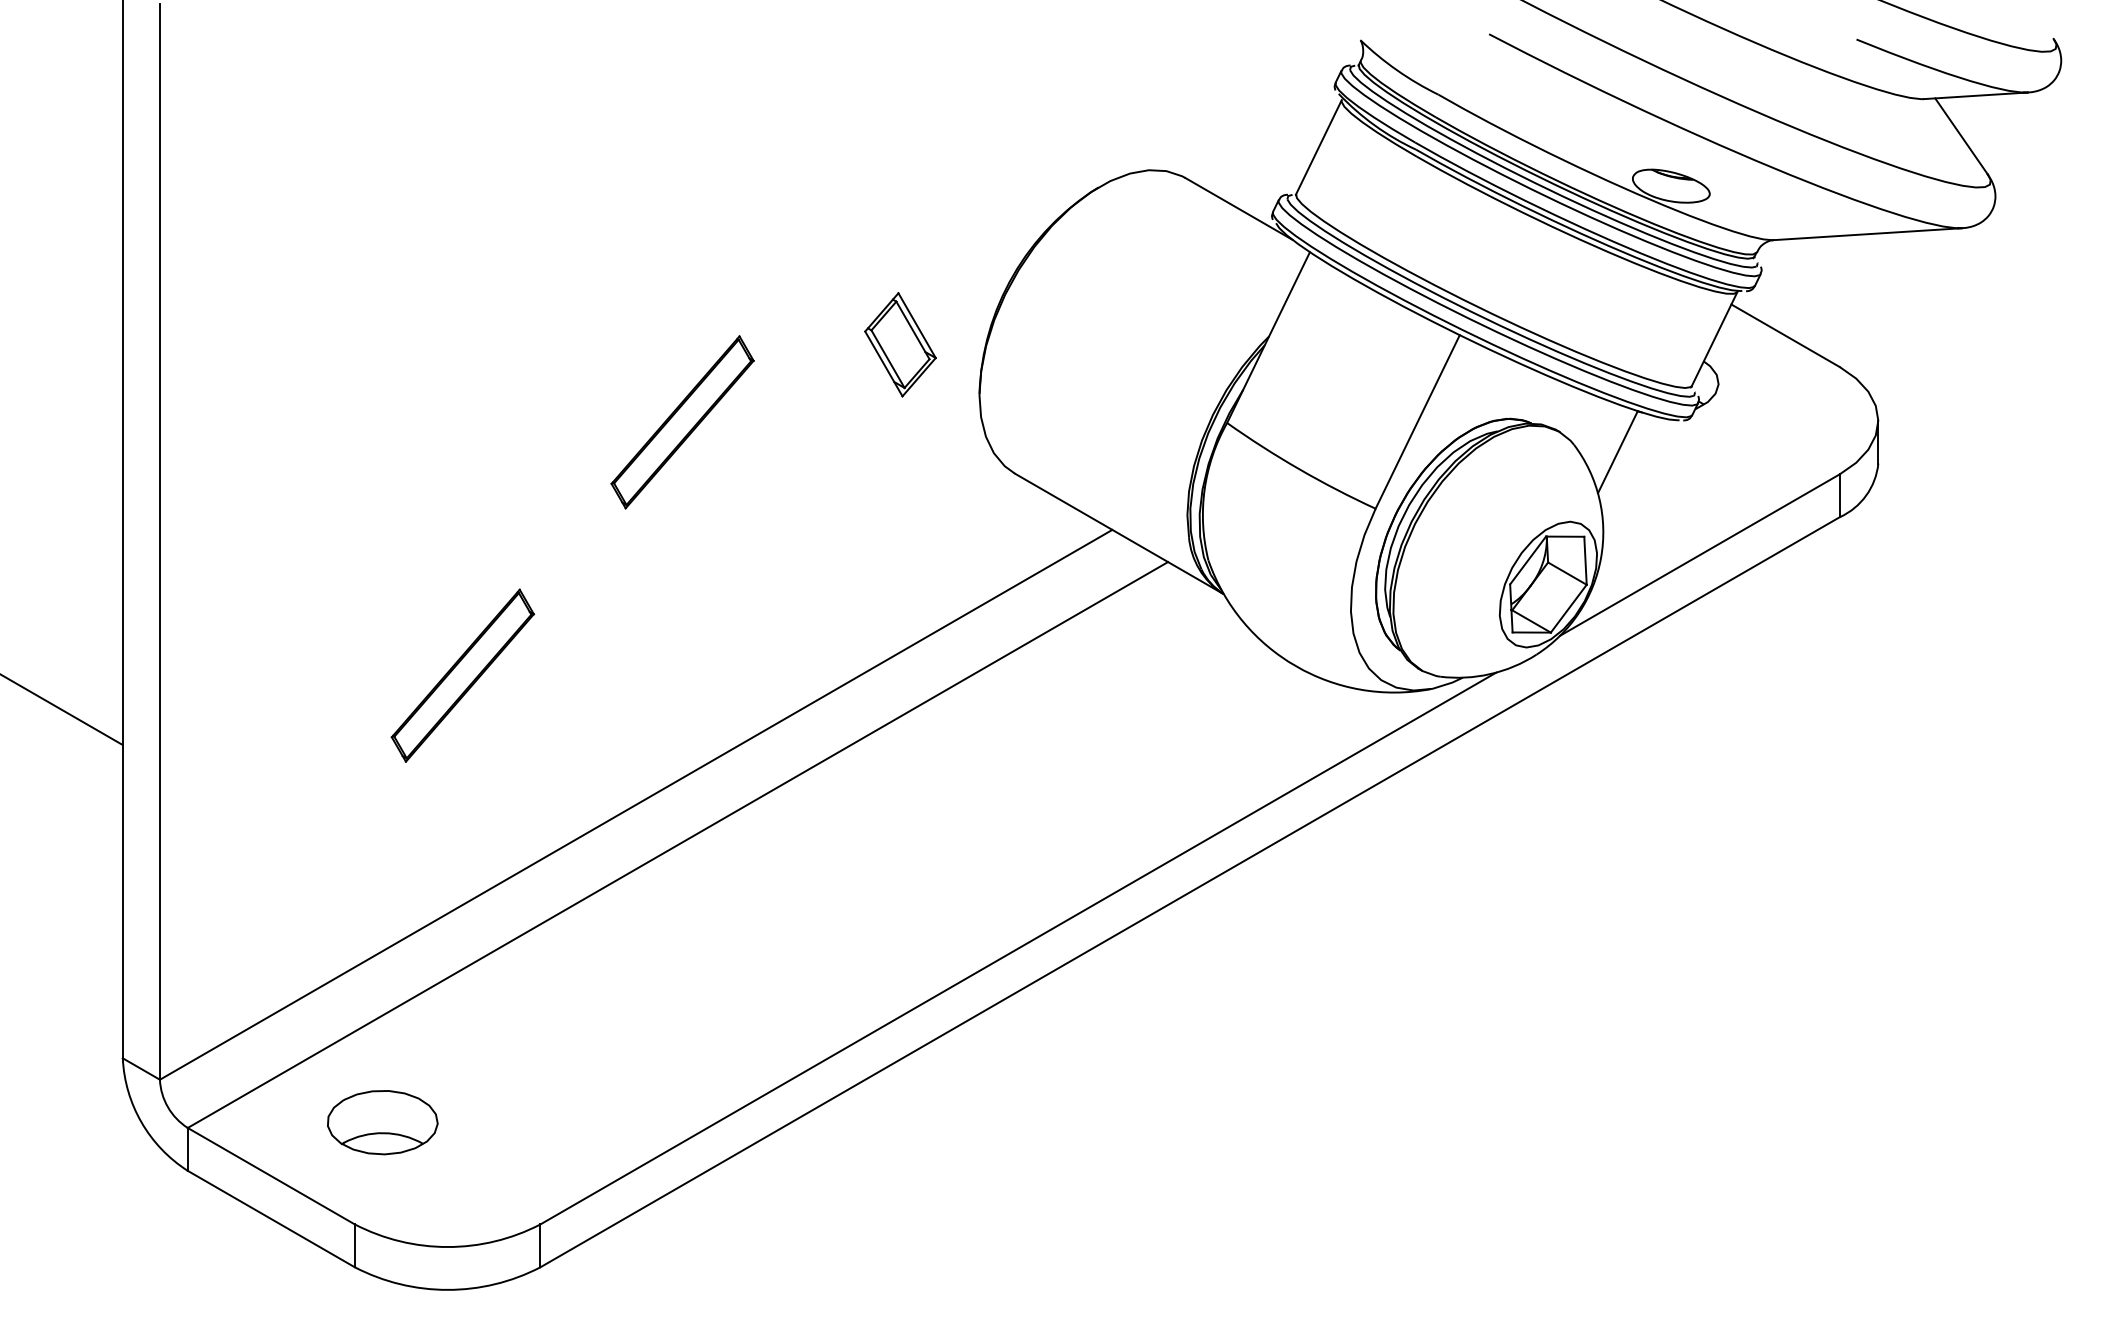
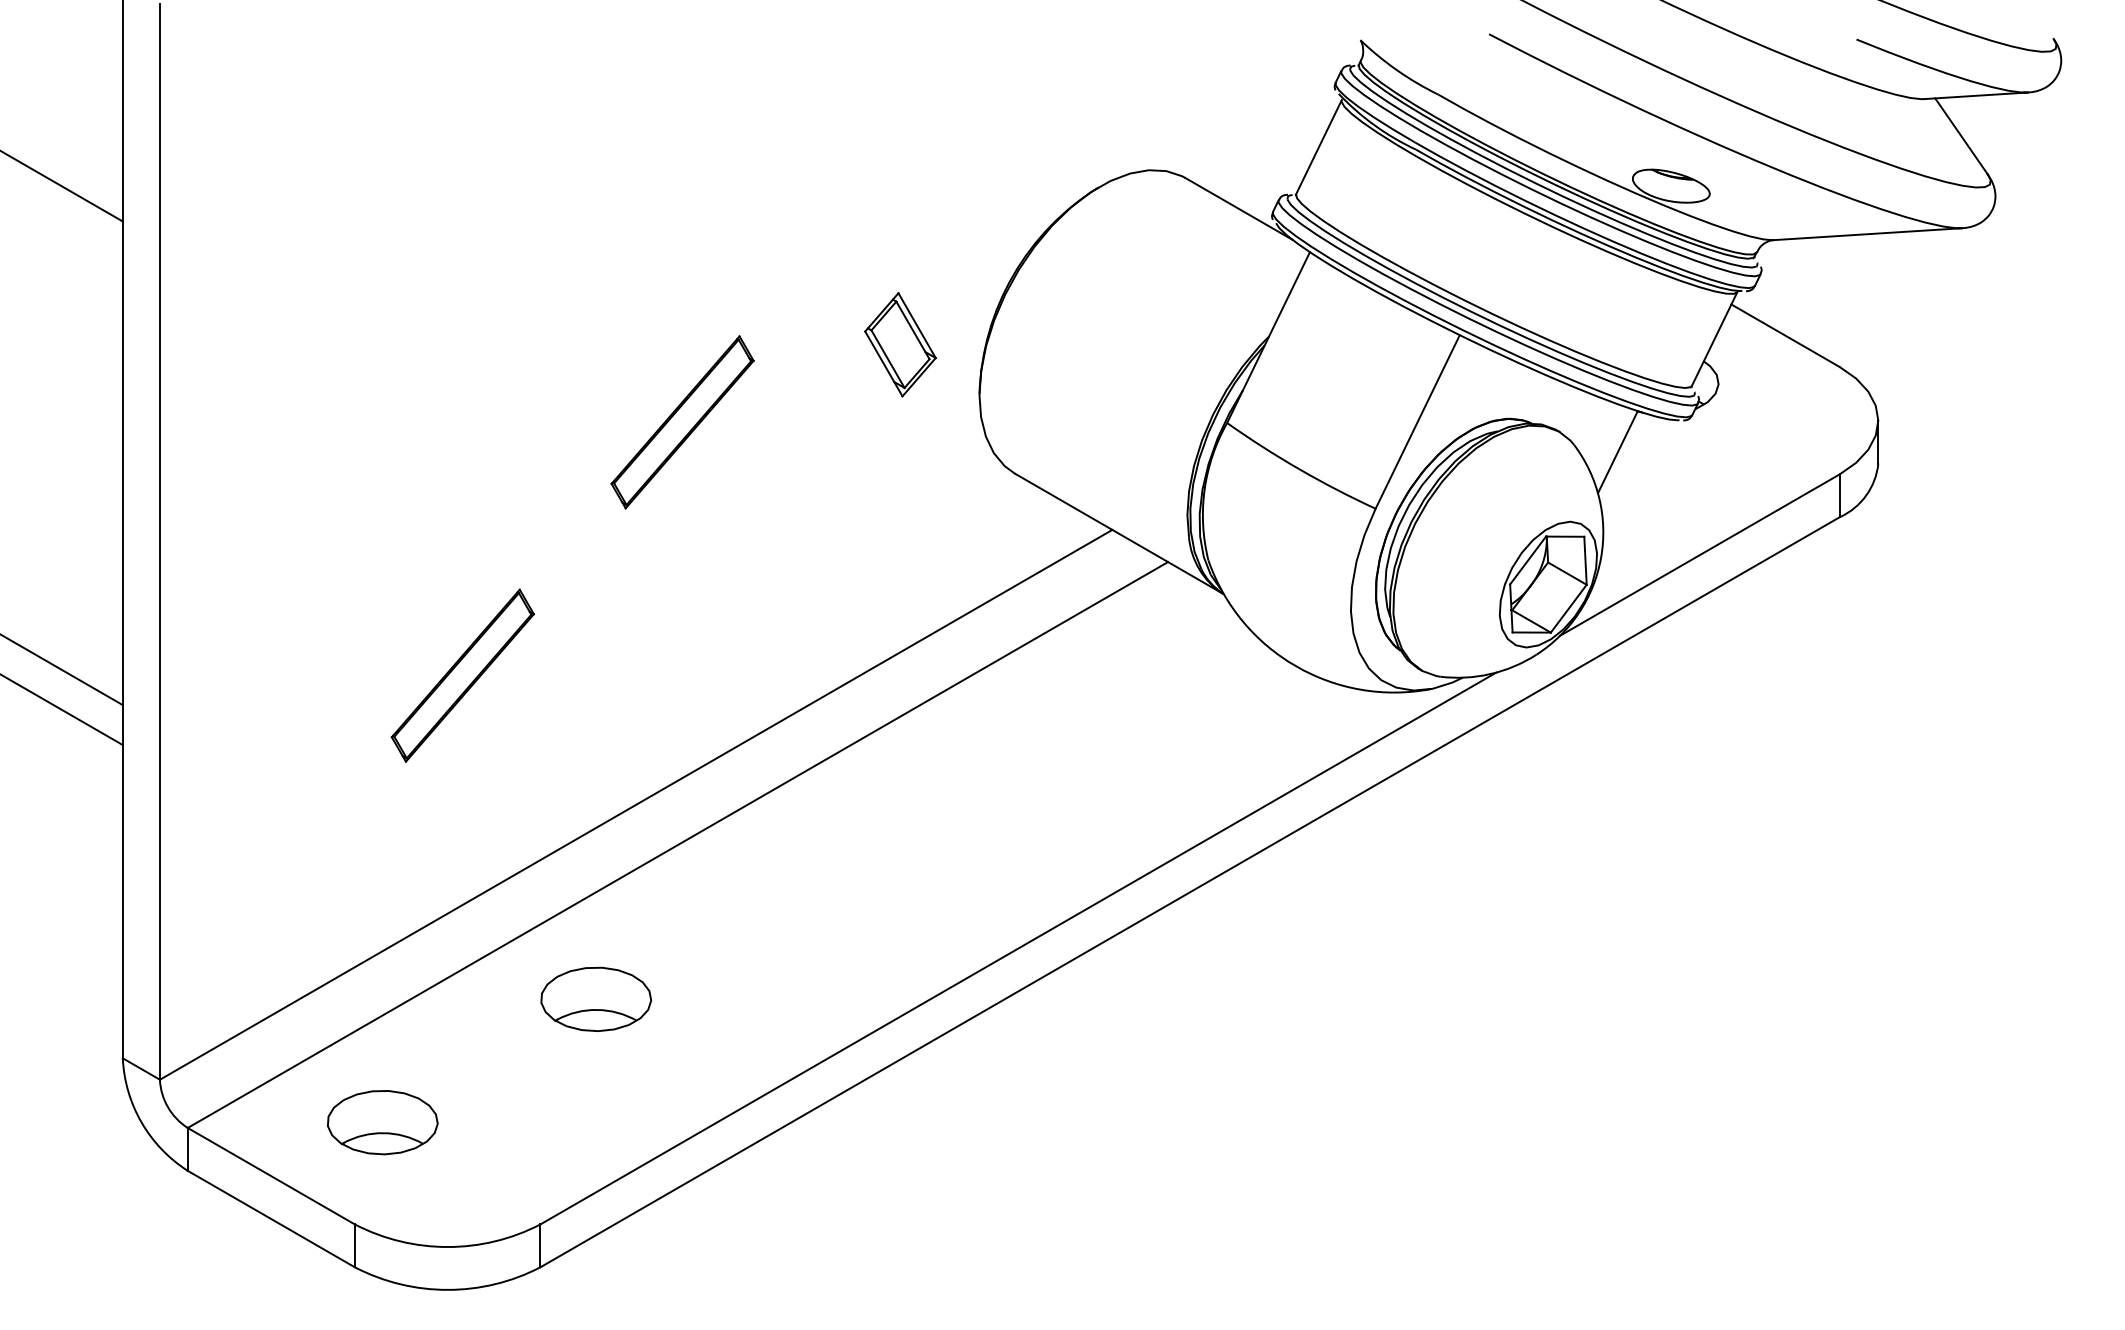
line at (62, 186): none -> present
line at (62, 670): none -> present
part at (596, 998): none -> present
